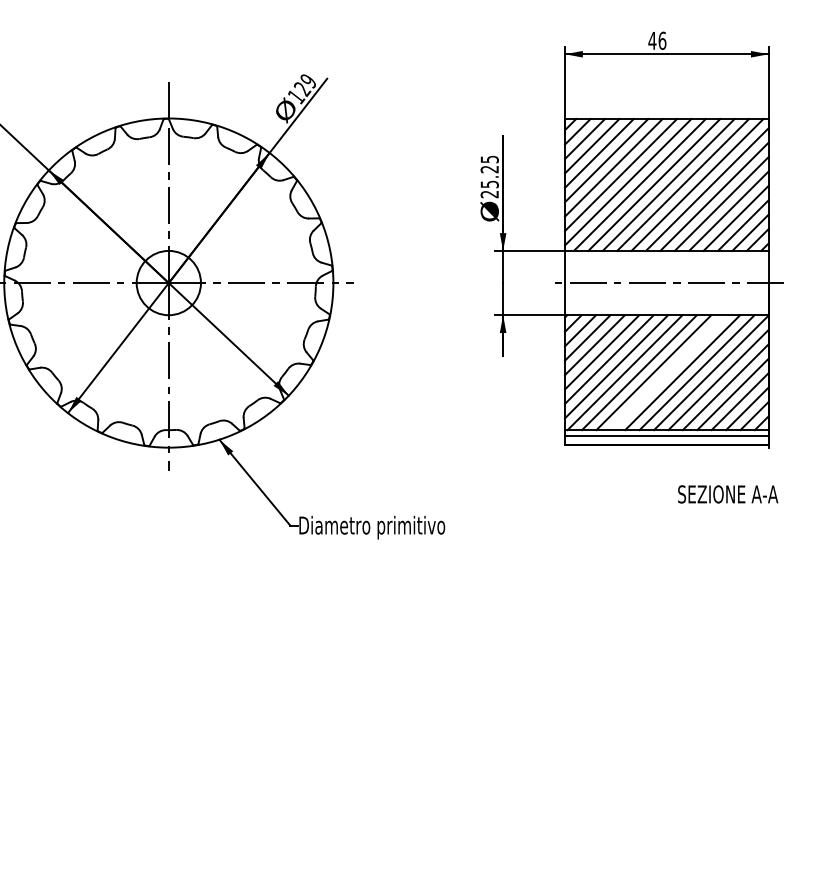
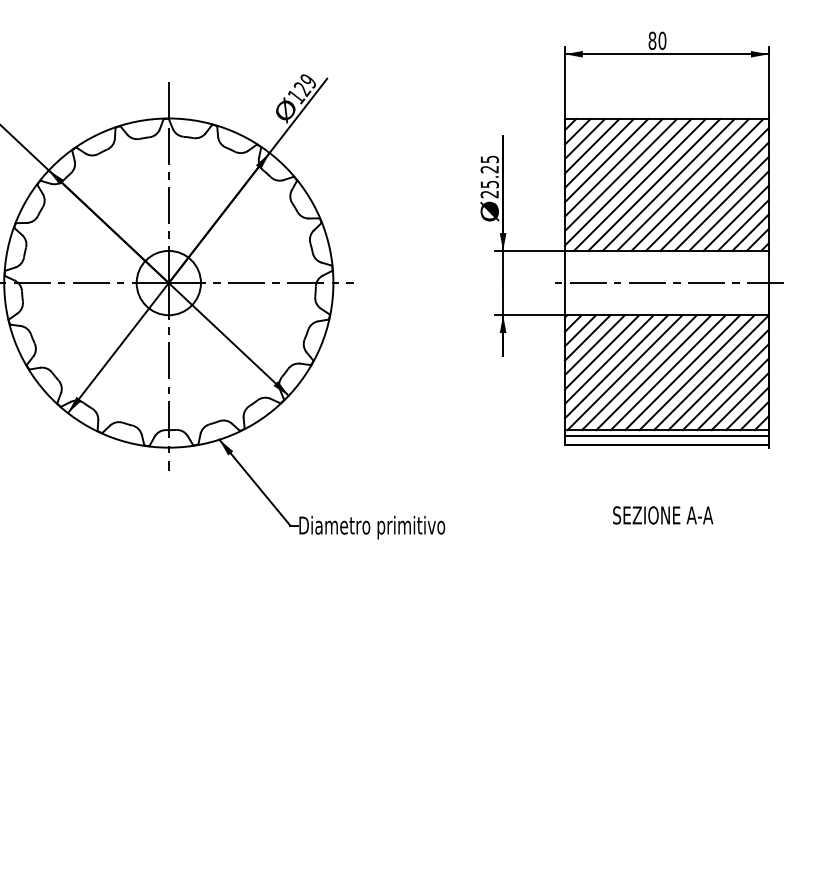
text at (657, 40): 46 -> 80
line at (667, 372): none -> present
text at (728, 494) position: (728, 494) -> (663, 515)
